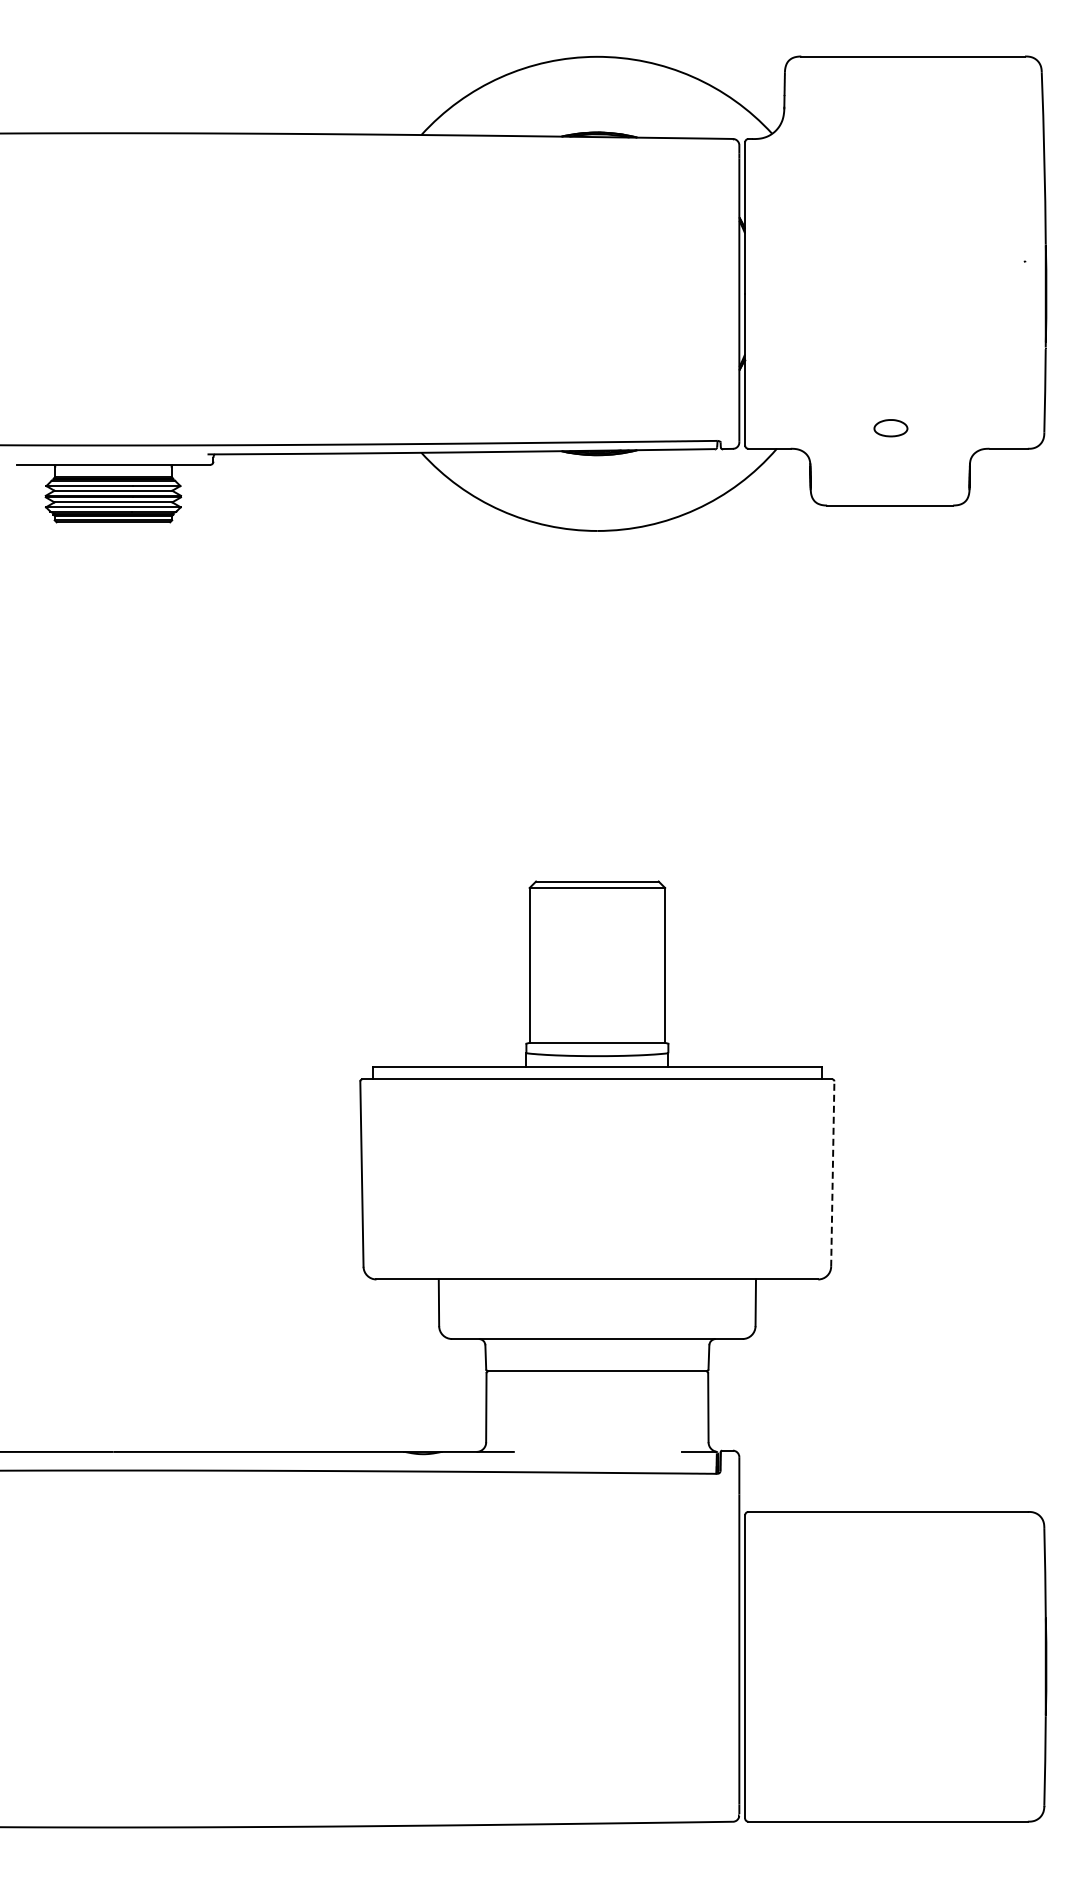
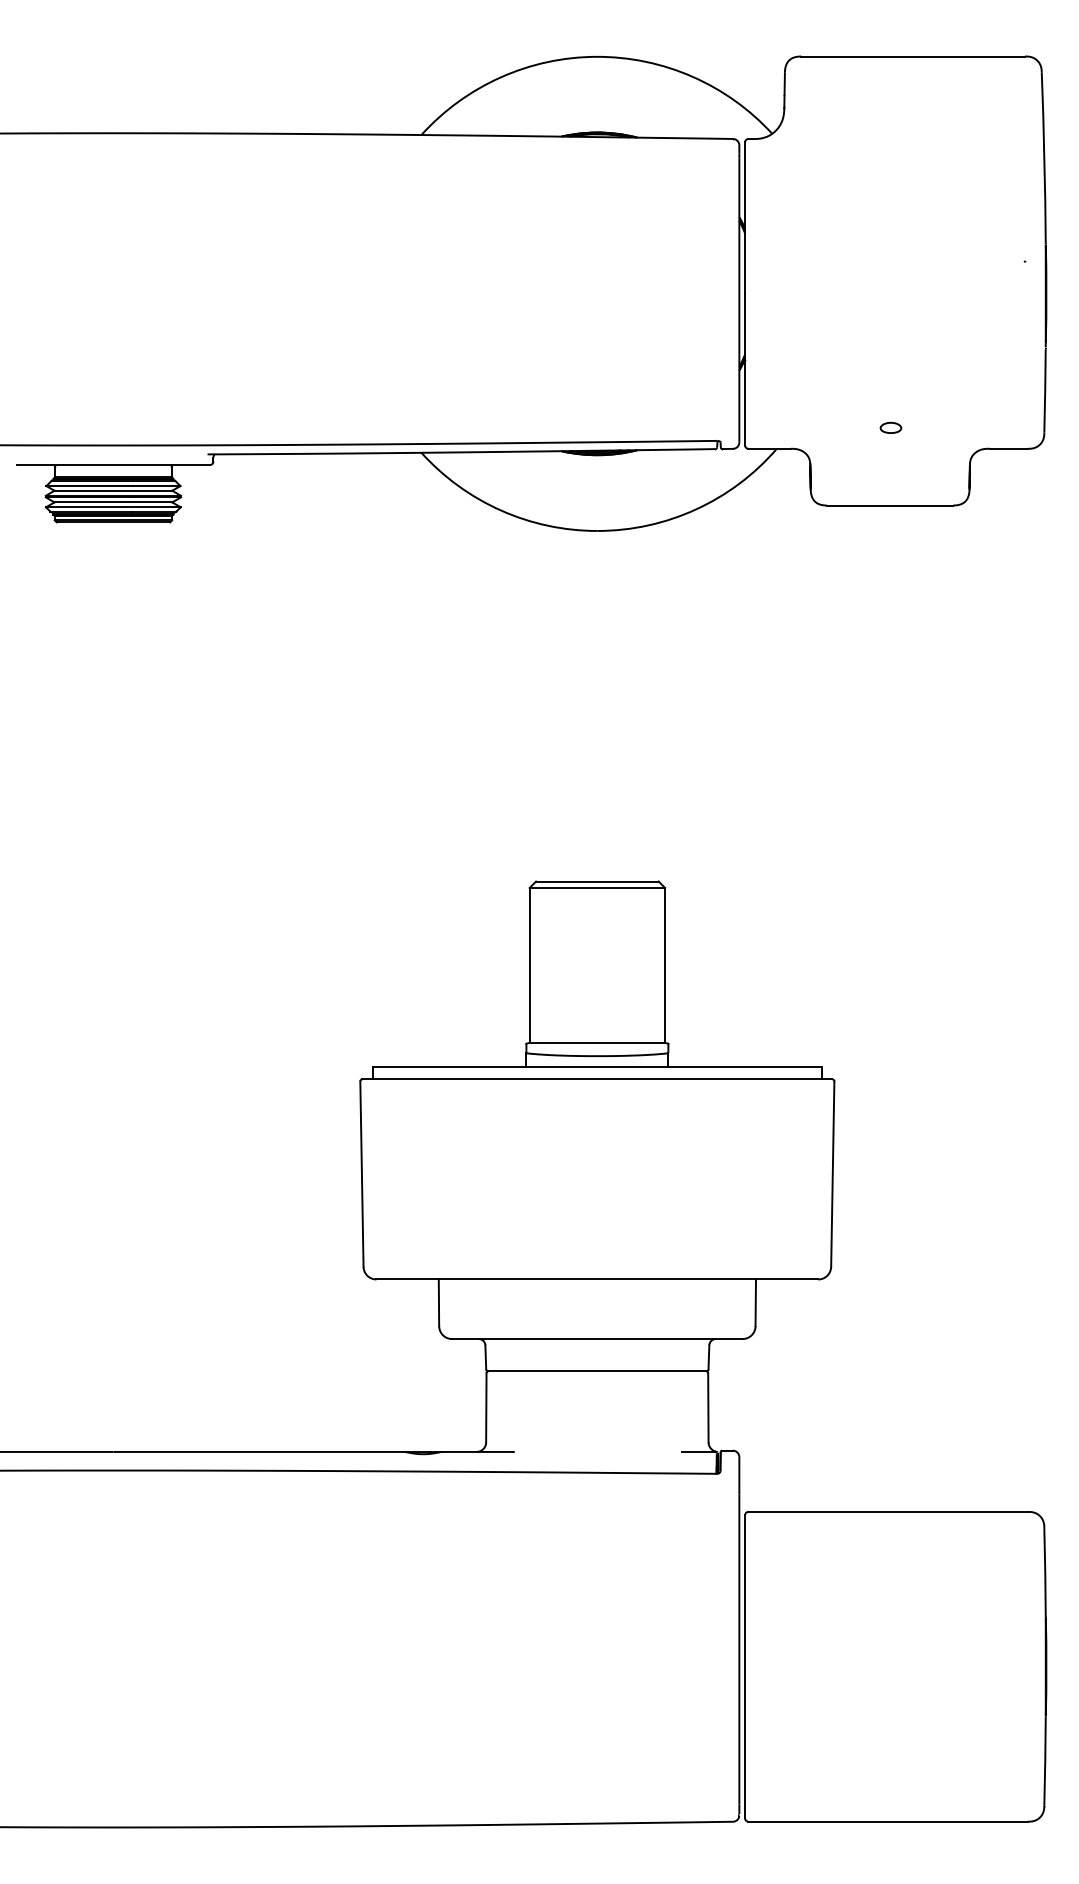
part at (890, 428) size: 36x19 px -> 24x13 px
line at (832, 1174): dashed -> solid
